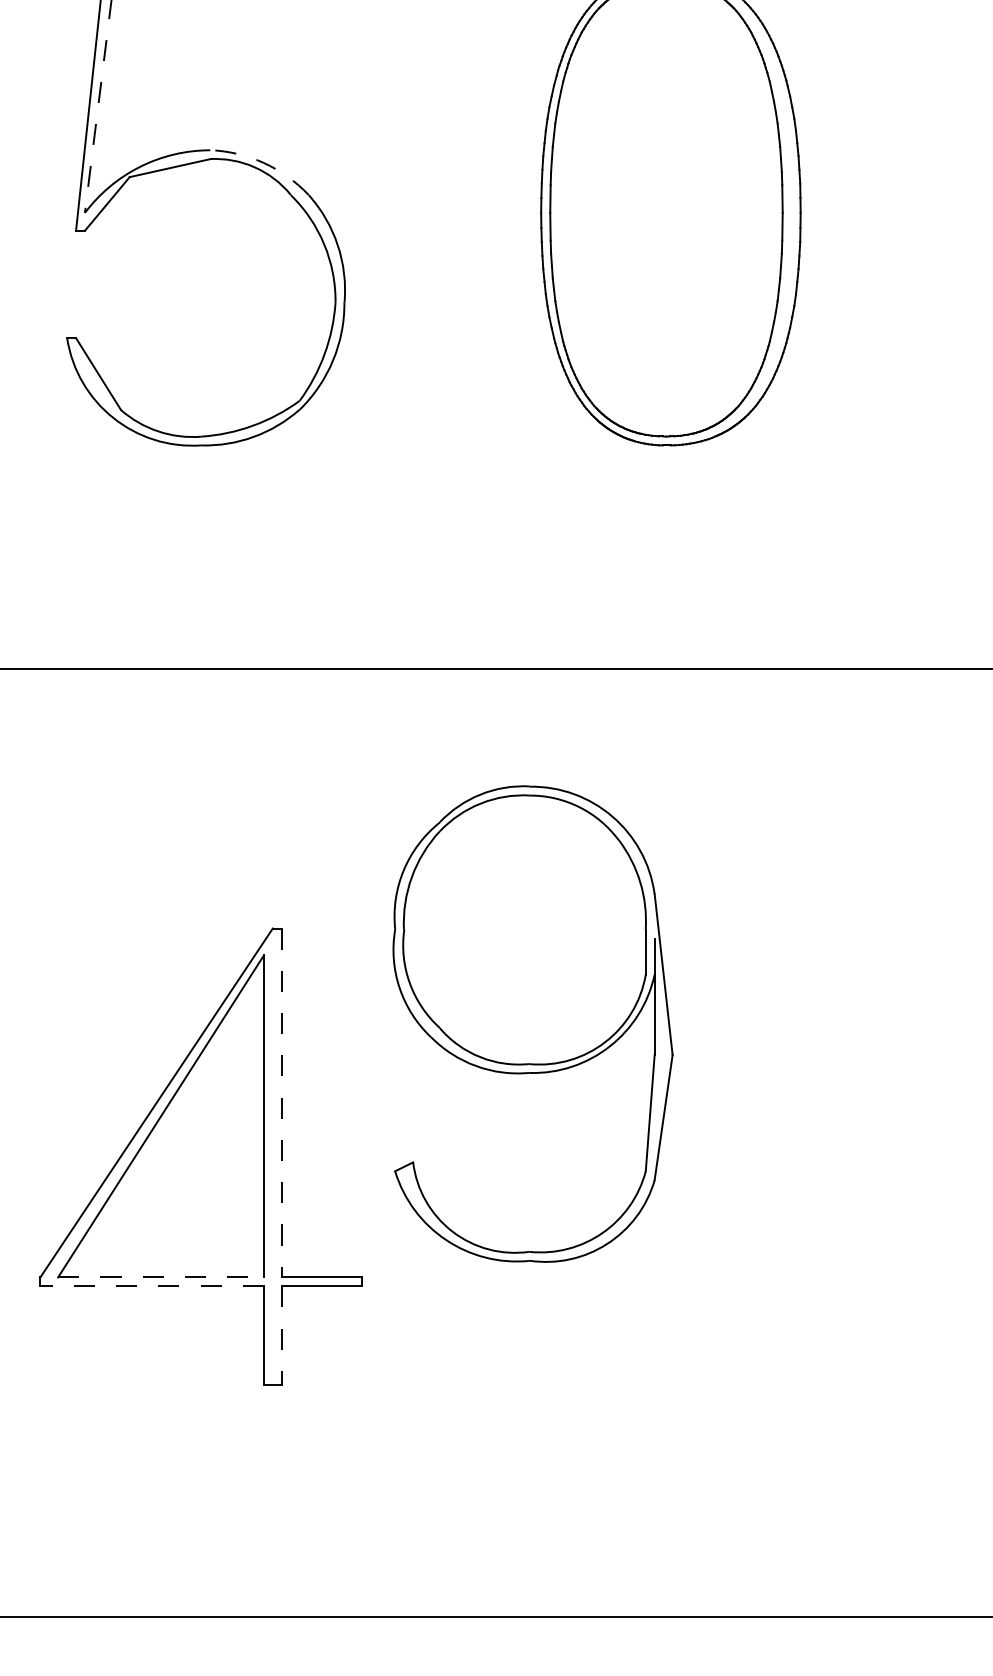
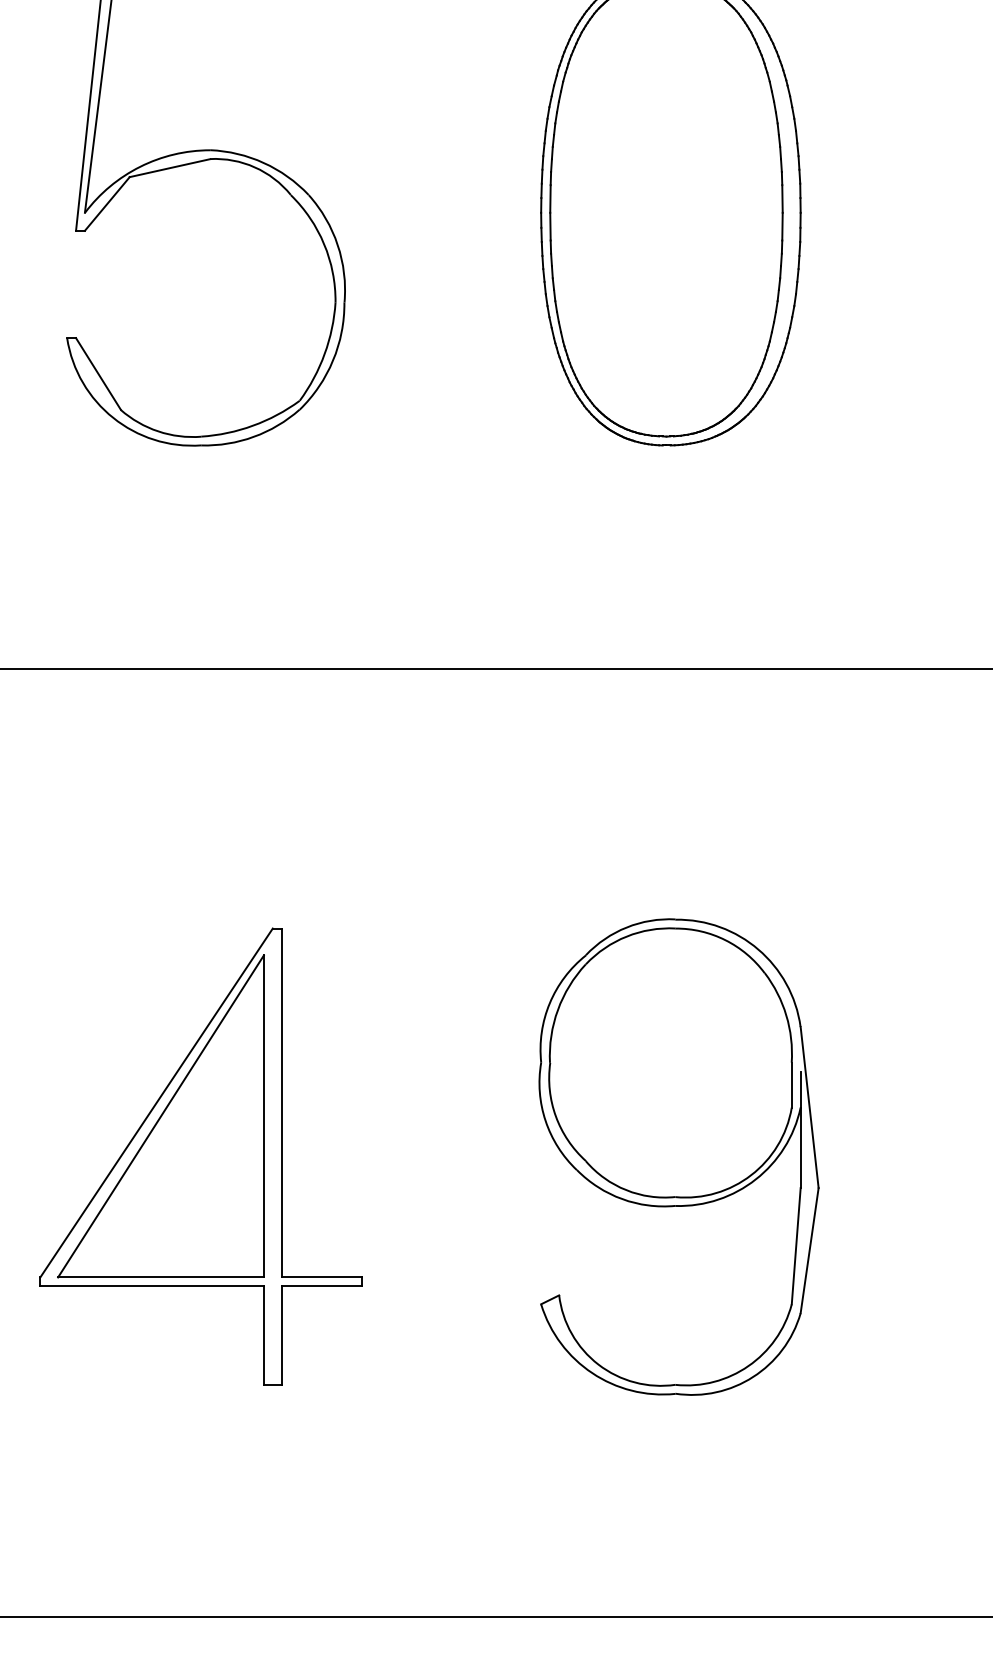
line at (98, 106): dashed -> solid
arc at (263, 162): dashed -> solid
part at (532, 1023) position: (532, 1023) -> (678, 1156)
line at (281, 1103): dashed -> solid
line at (161, 1277): dashed -> solid
line at (152, 1286): dashed -> solid
line at (281, 1336): dashed -> solid
